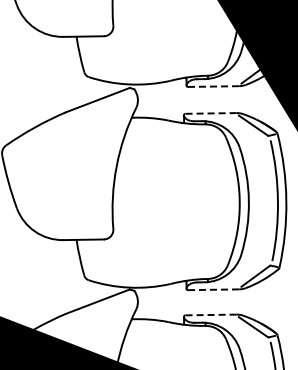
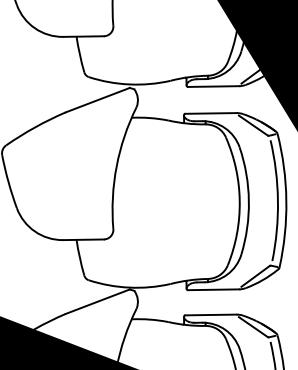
line at (213, 86): dashed -> solid
line at (210, 113): dashed -> solid
line at (213, 289): dashed -> solid
line at (210, 314): dashed -> solid
